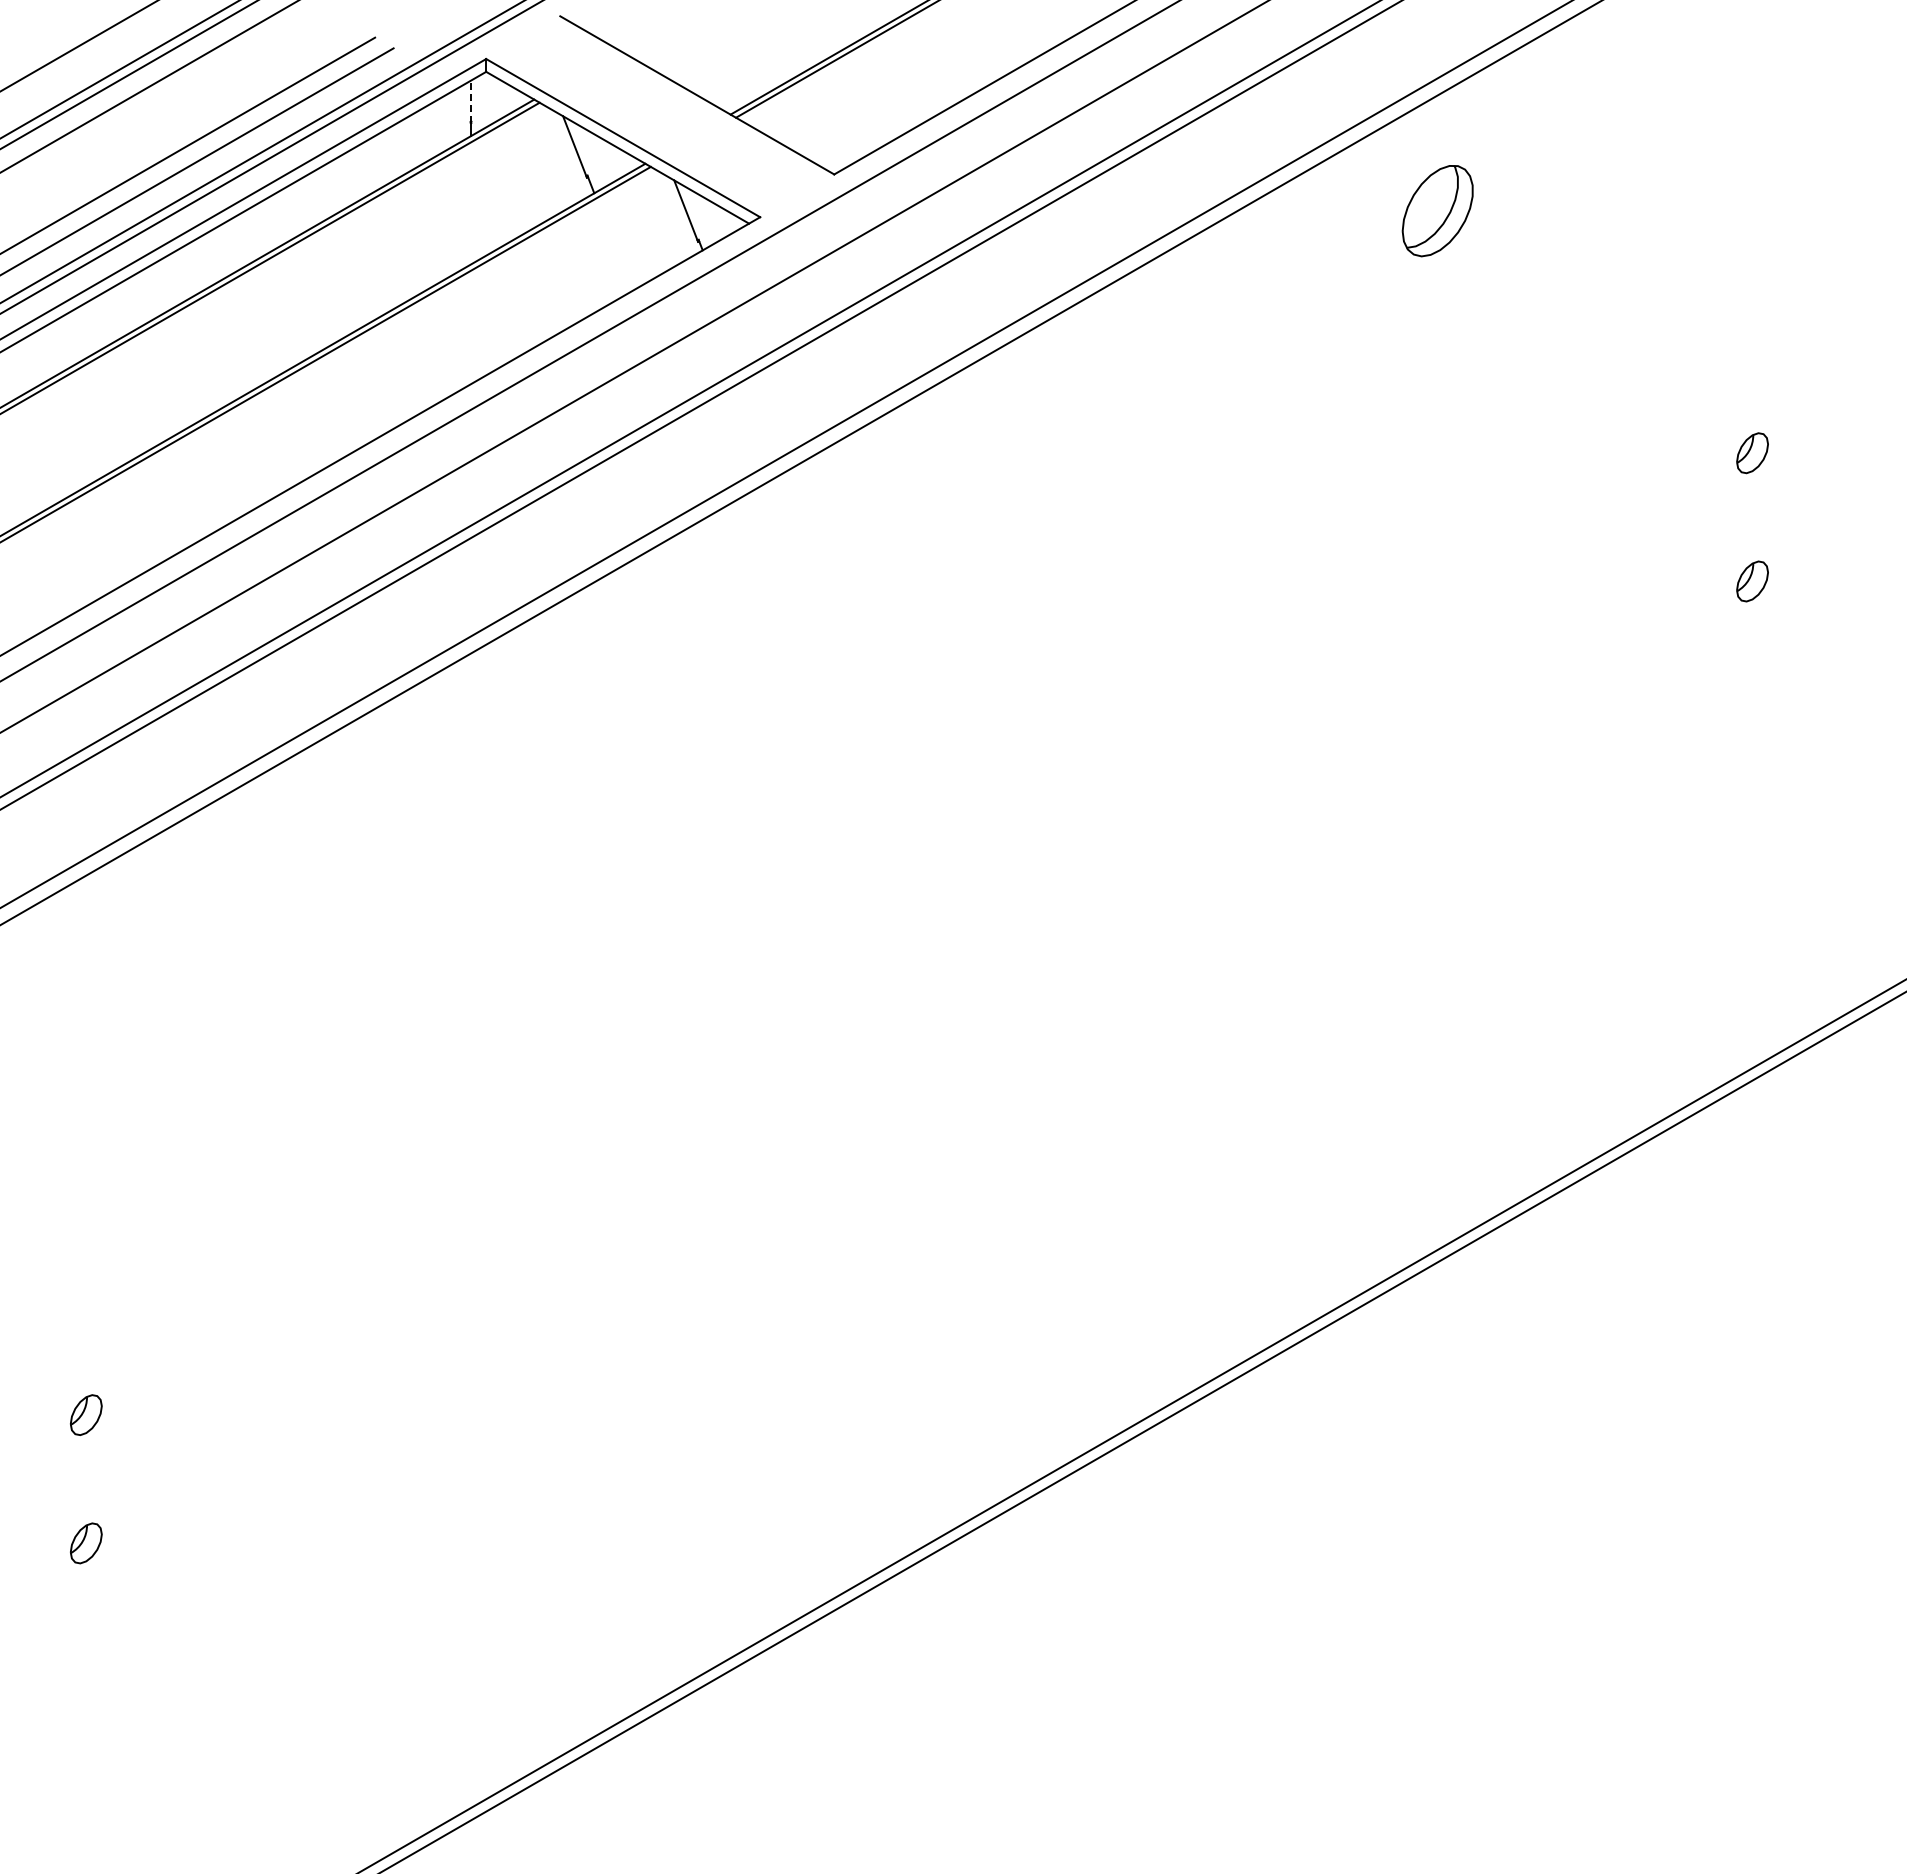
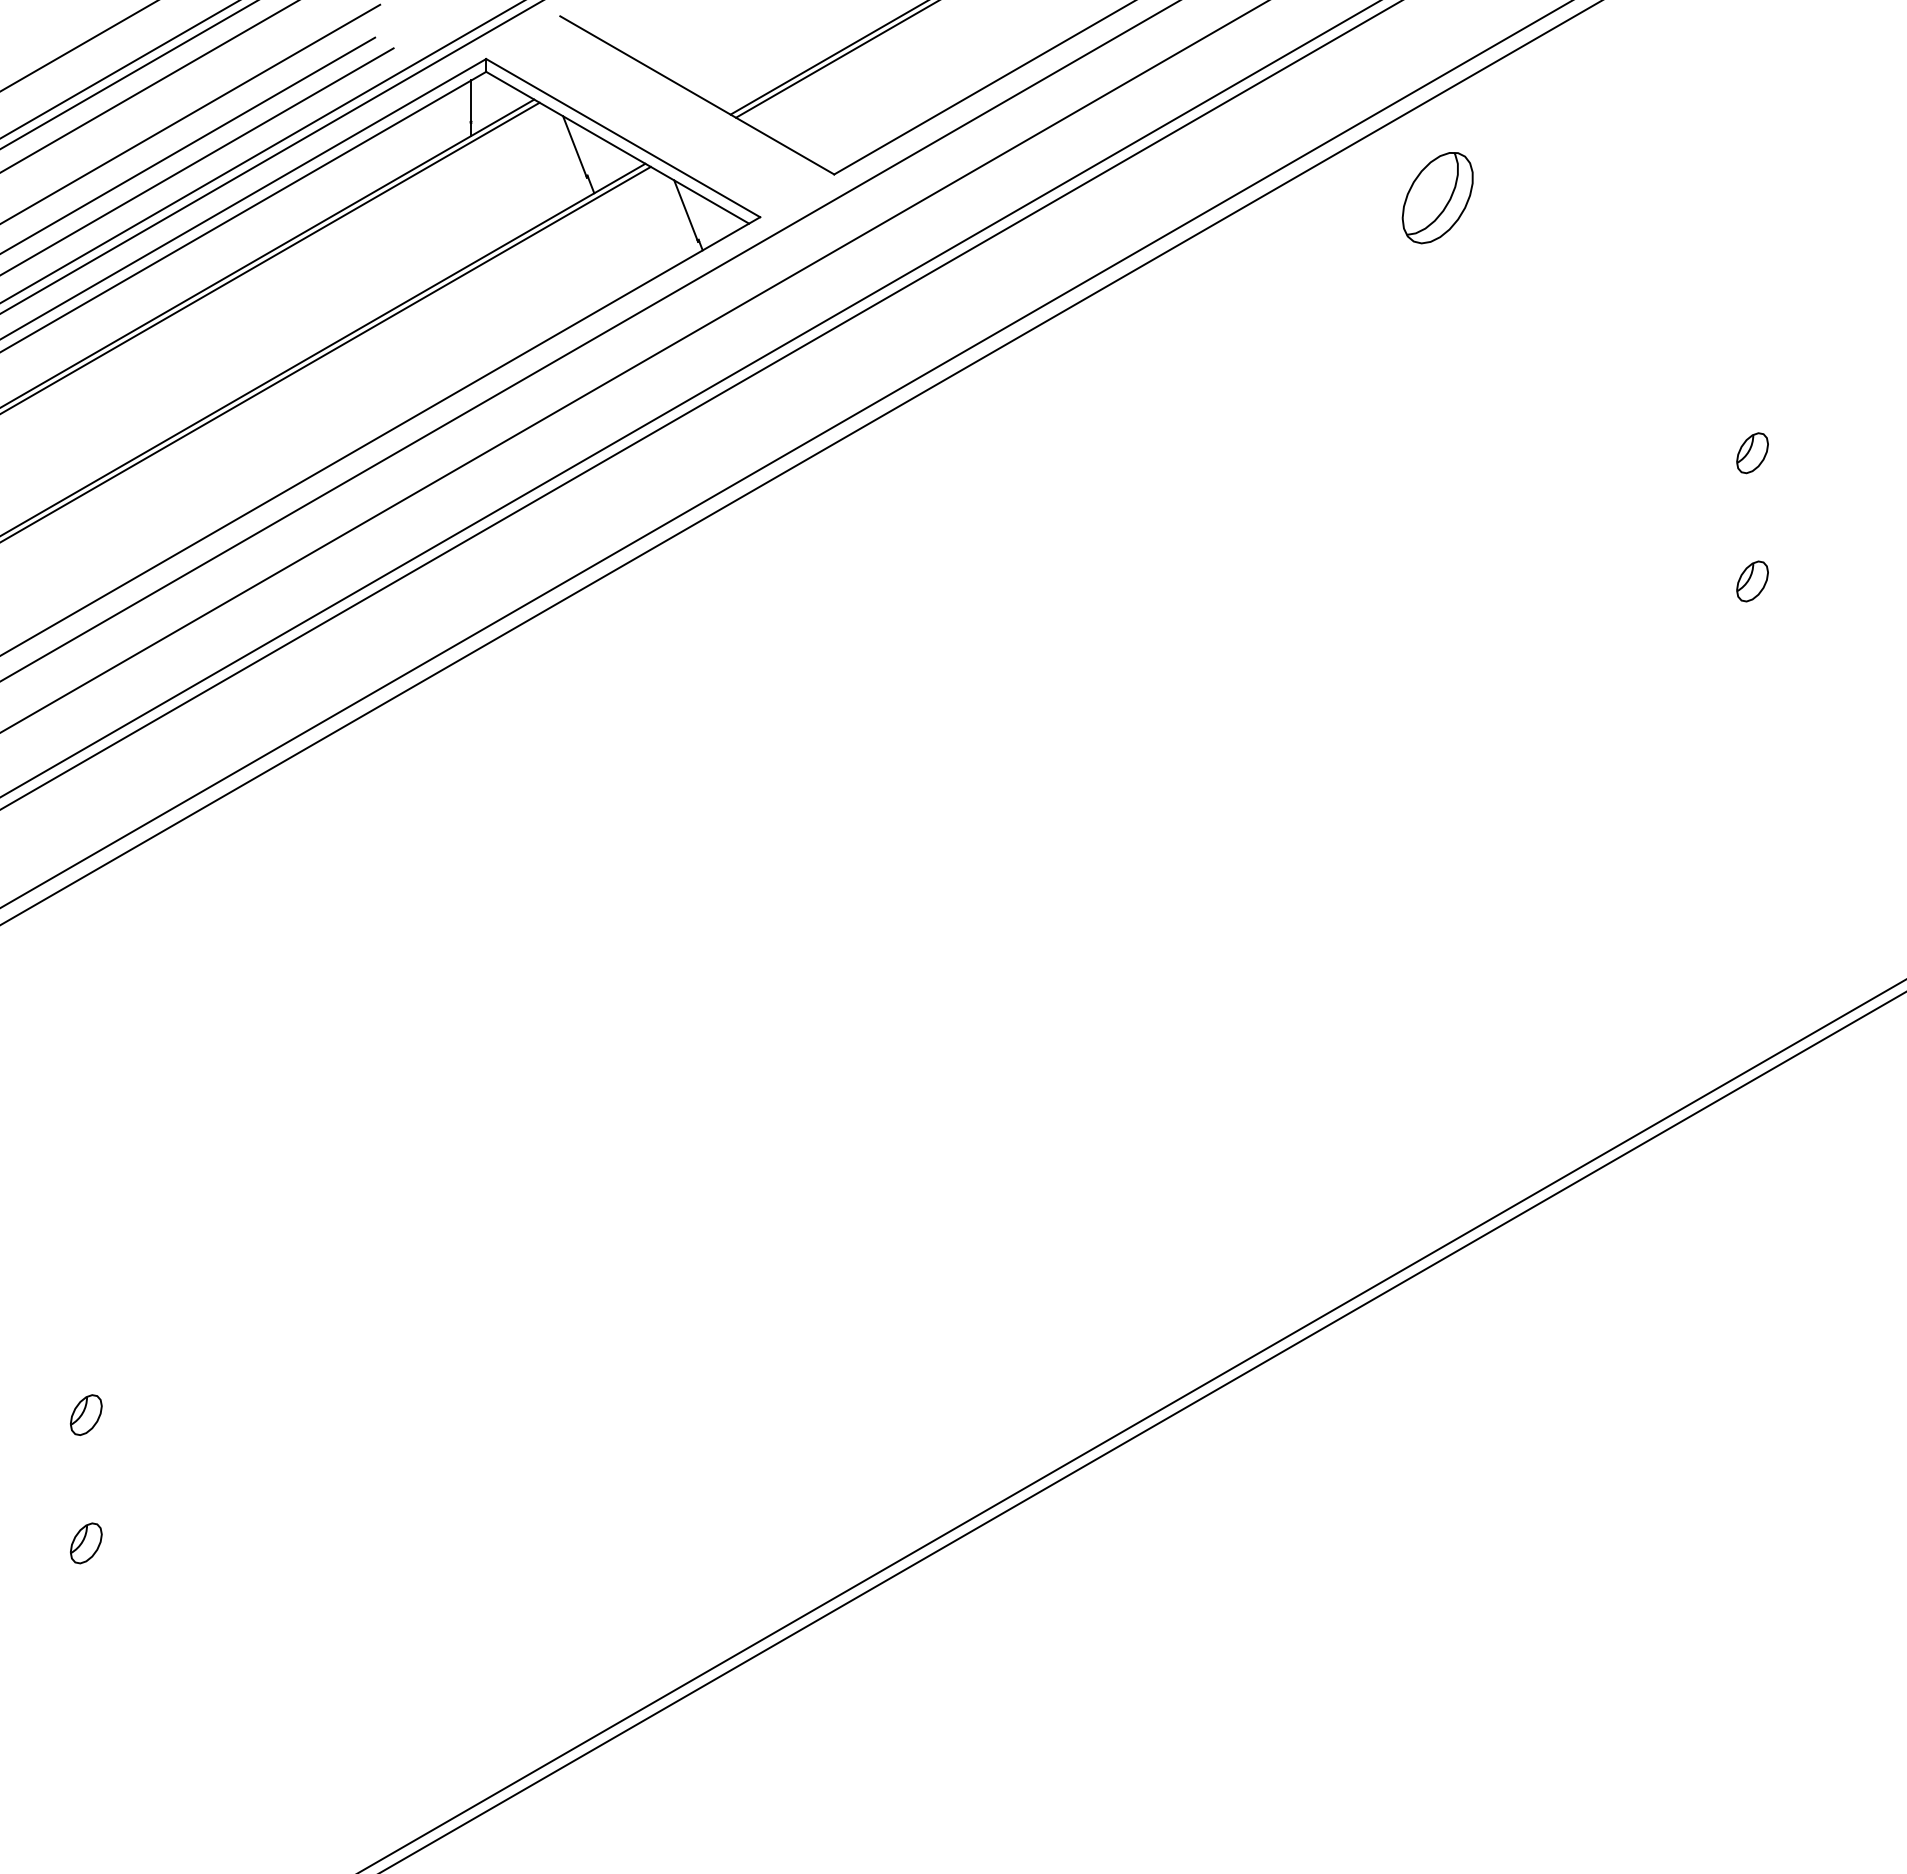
line at (471, 101): dashed -> solid
line at (191, 113): none -> present
part at (1437, 211) position: (1437, 211) -> (1437, 198)
